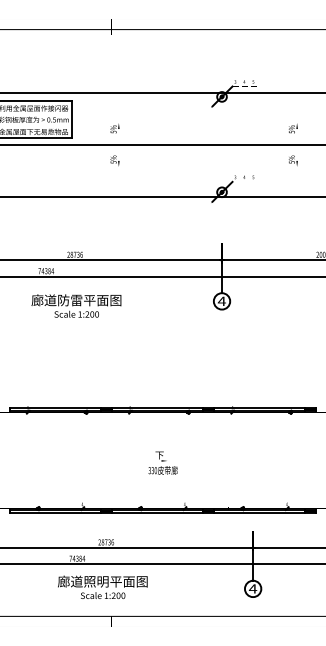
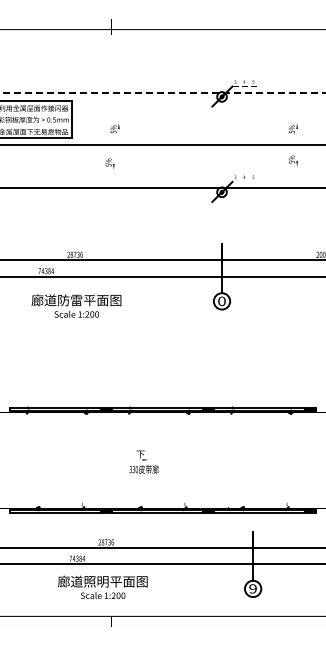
line at (163, 92): solid -> dashed
text at (114, 160) position: (114, 160) -> (109, 163)
line at (162, 197) position: (162, 197) -> (162, 188)
text at (221, 301): 4 -> 0
text at (162, 462) position: (162, 462) -> (143, 461)
text at (252, 588): 4 -> 9
